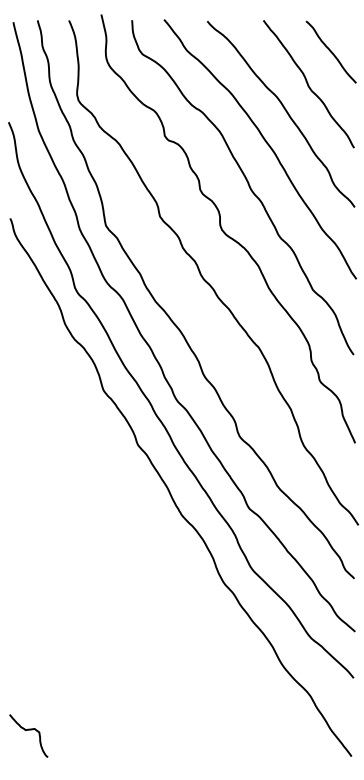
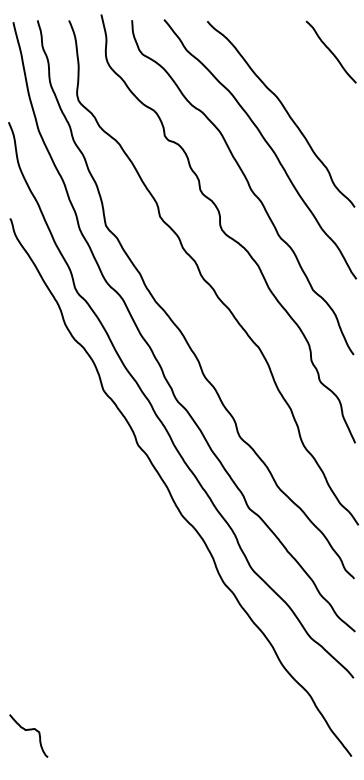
curve at (308, 84): present -> none
